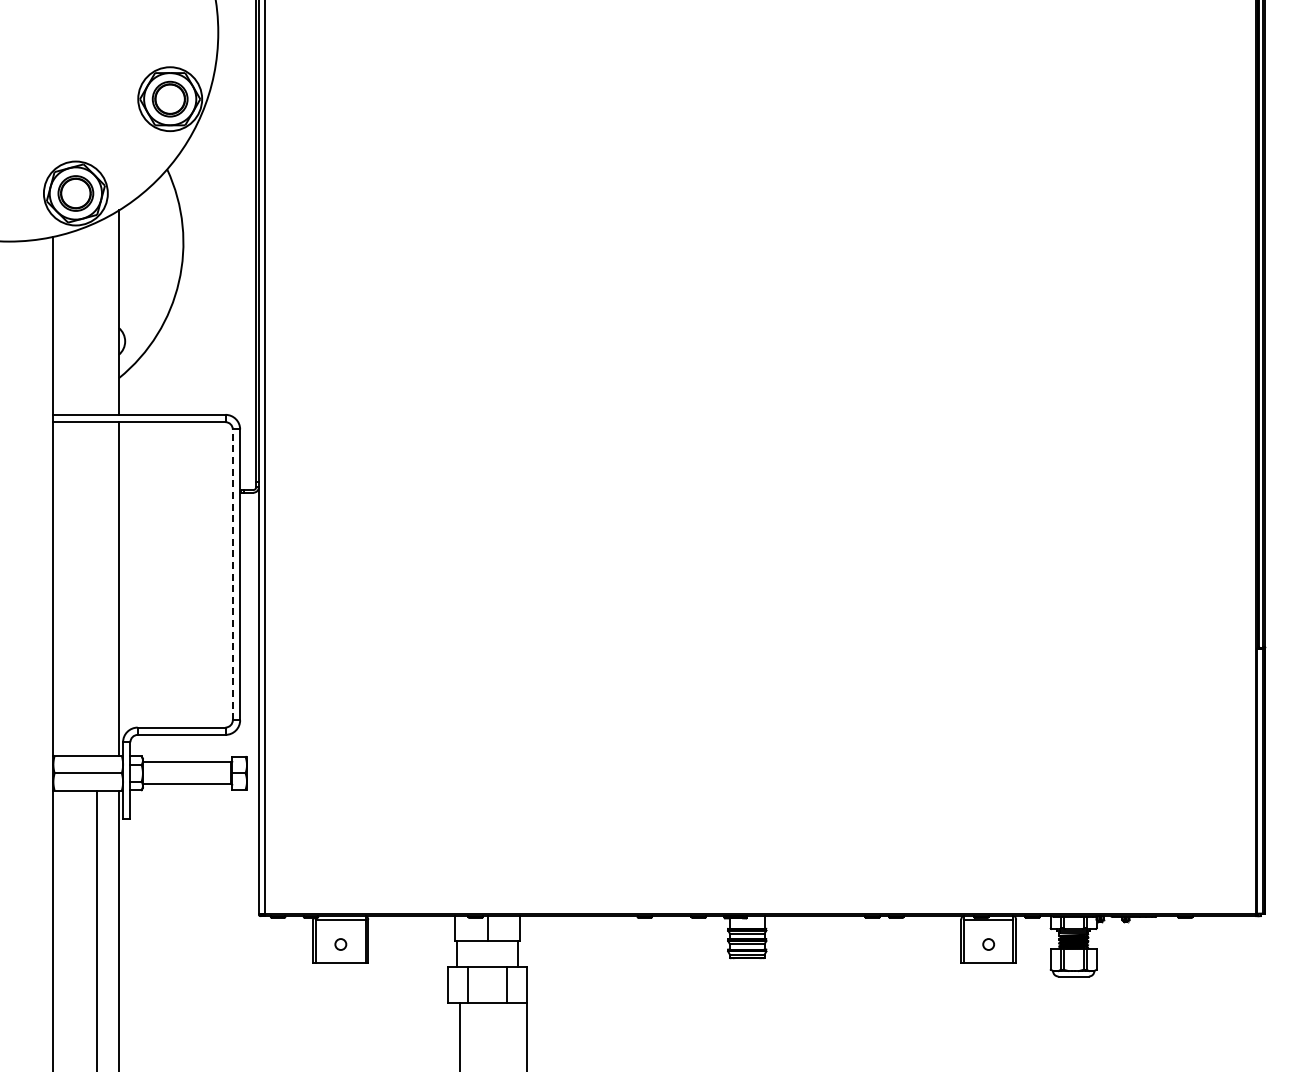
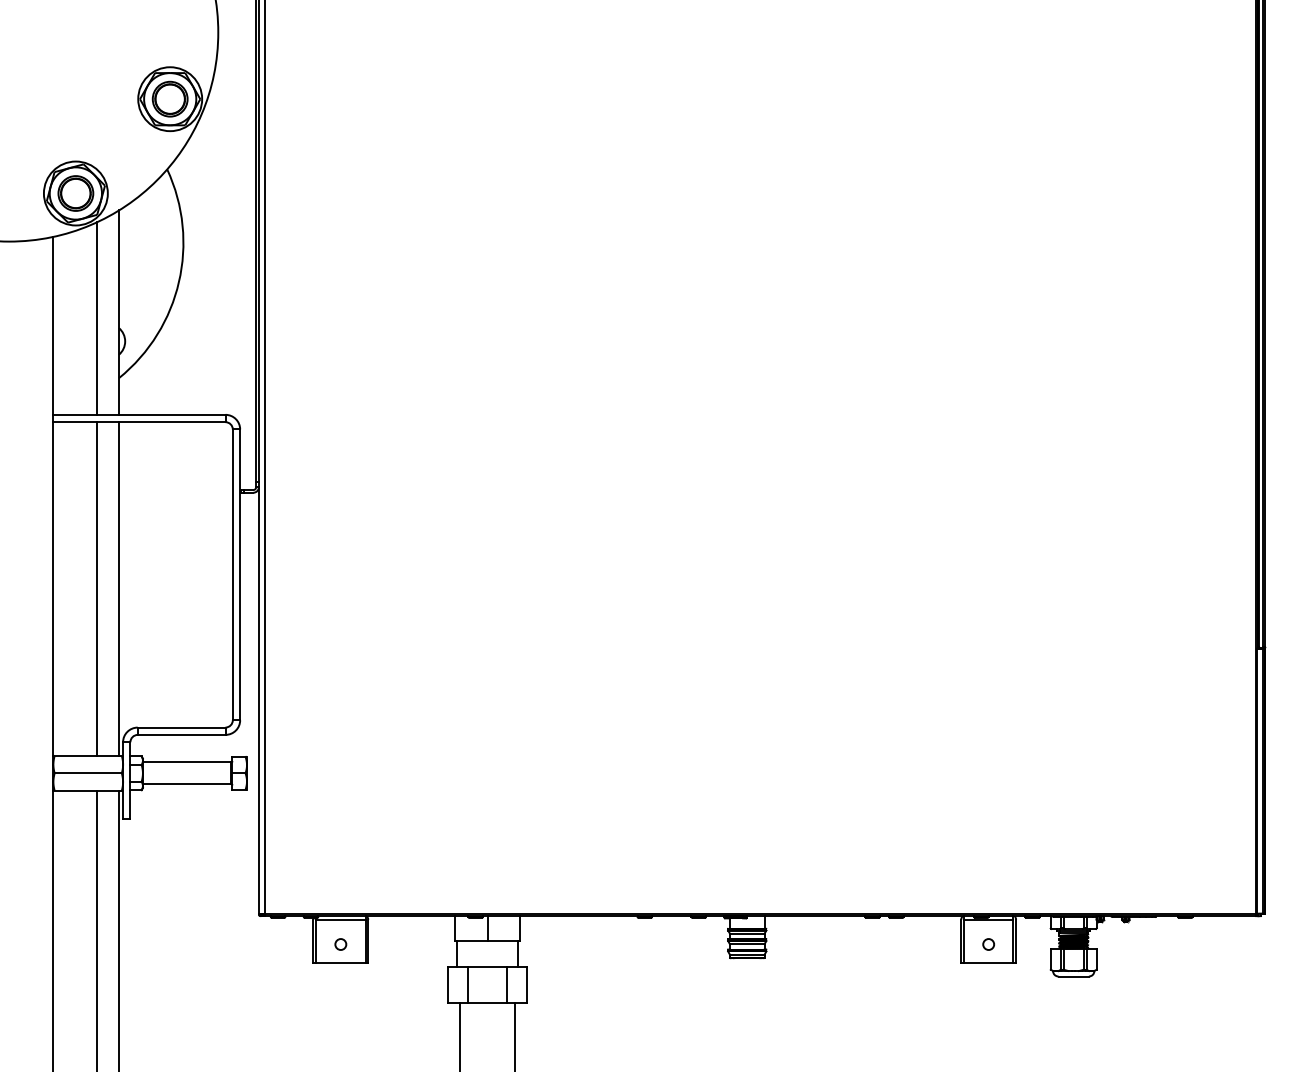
line at (97, 318): none -> present
line at (232, 574): dashed -> solid
line at (97, 588): none -> present
line at (526, 1035) position: (526, 1035) -> (514, 1035)
